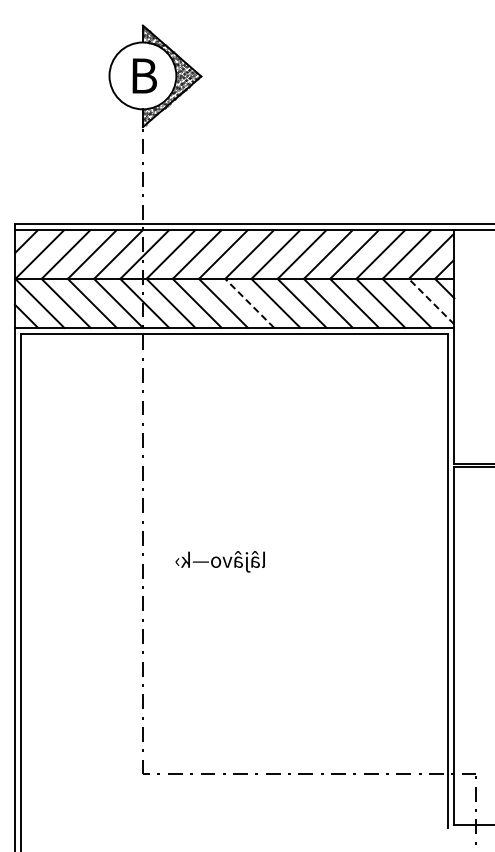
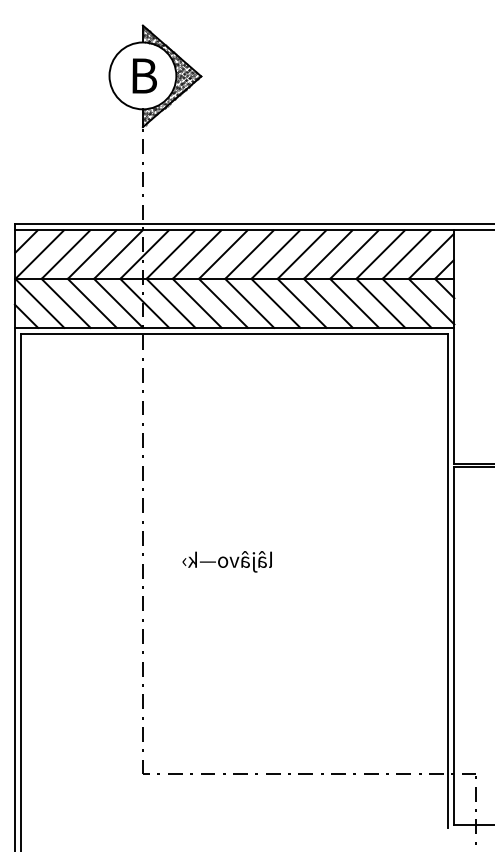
line at (431, 301): dashed -> solid
line at (249, 303): dashed -> solid
text at (219, 561) position: (219, 561) -> (226, 561)
